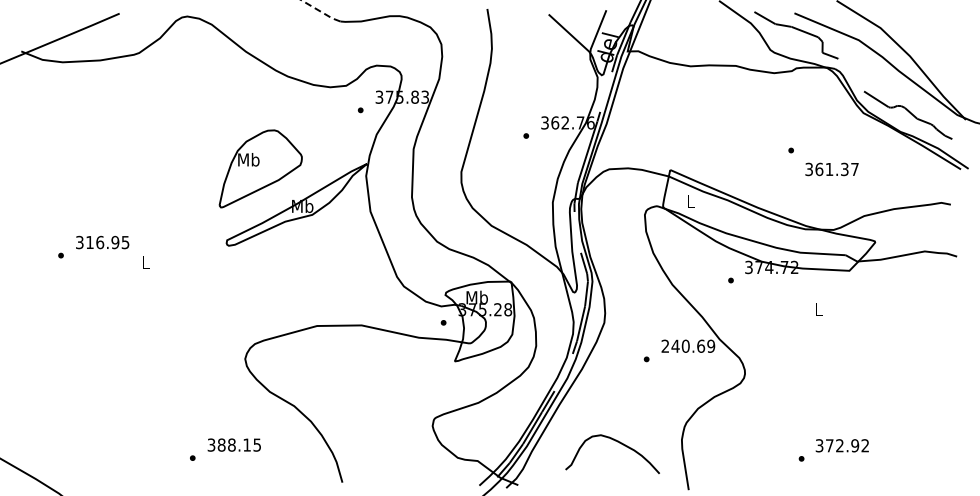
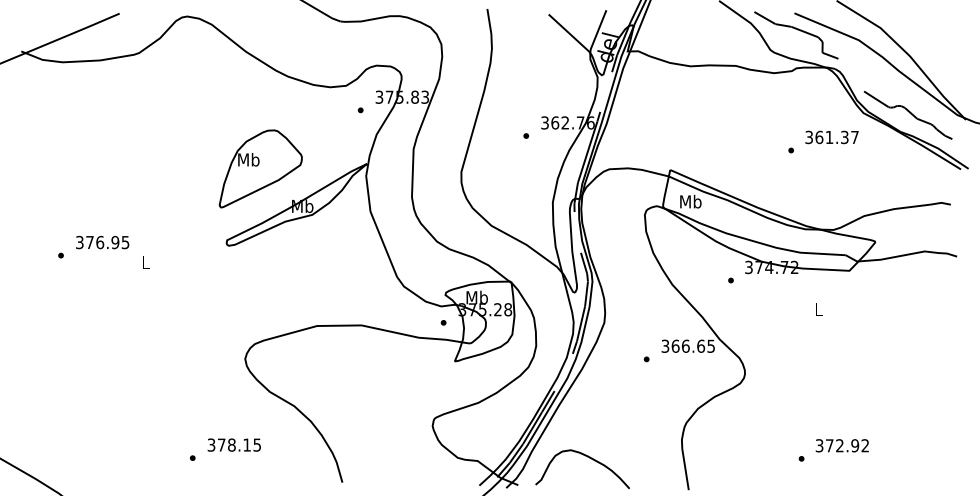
line at (320, 11): dashed -> solid
text at (831, 169) position: (831, 169) -> (831, 137)
text at (690, 201): L -> Mb
text at (89, 242): 316.95 -> 376.95
text at (688, 345): 240.69 -> 366.65
curve at (617, 442) position: (617, 442) -> (587, 457)
text at (221, 444): 388.15 -> 378.15
